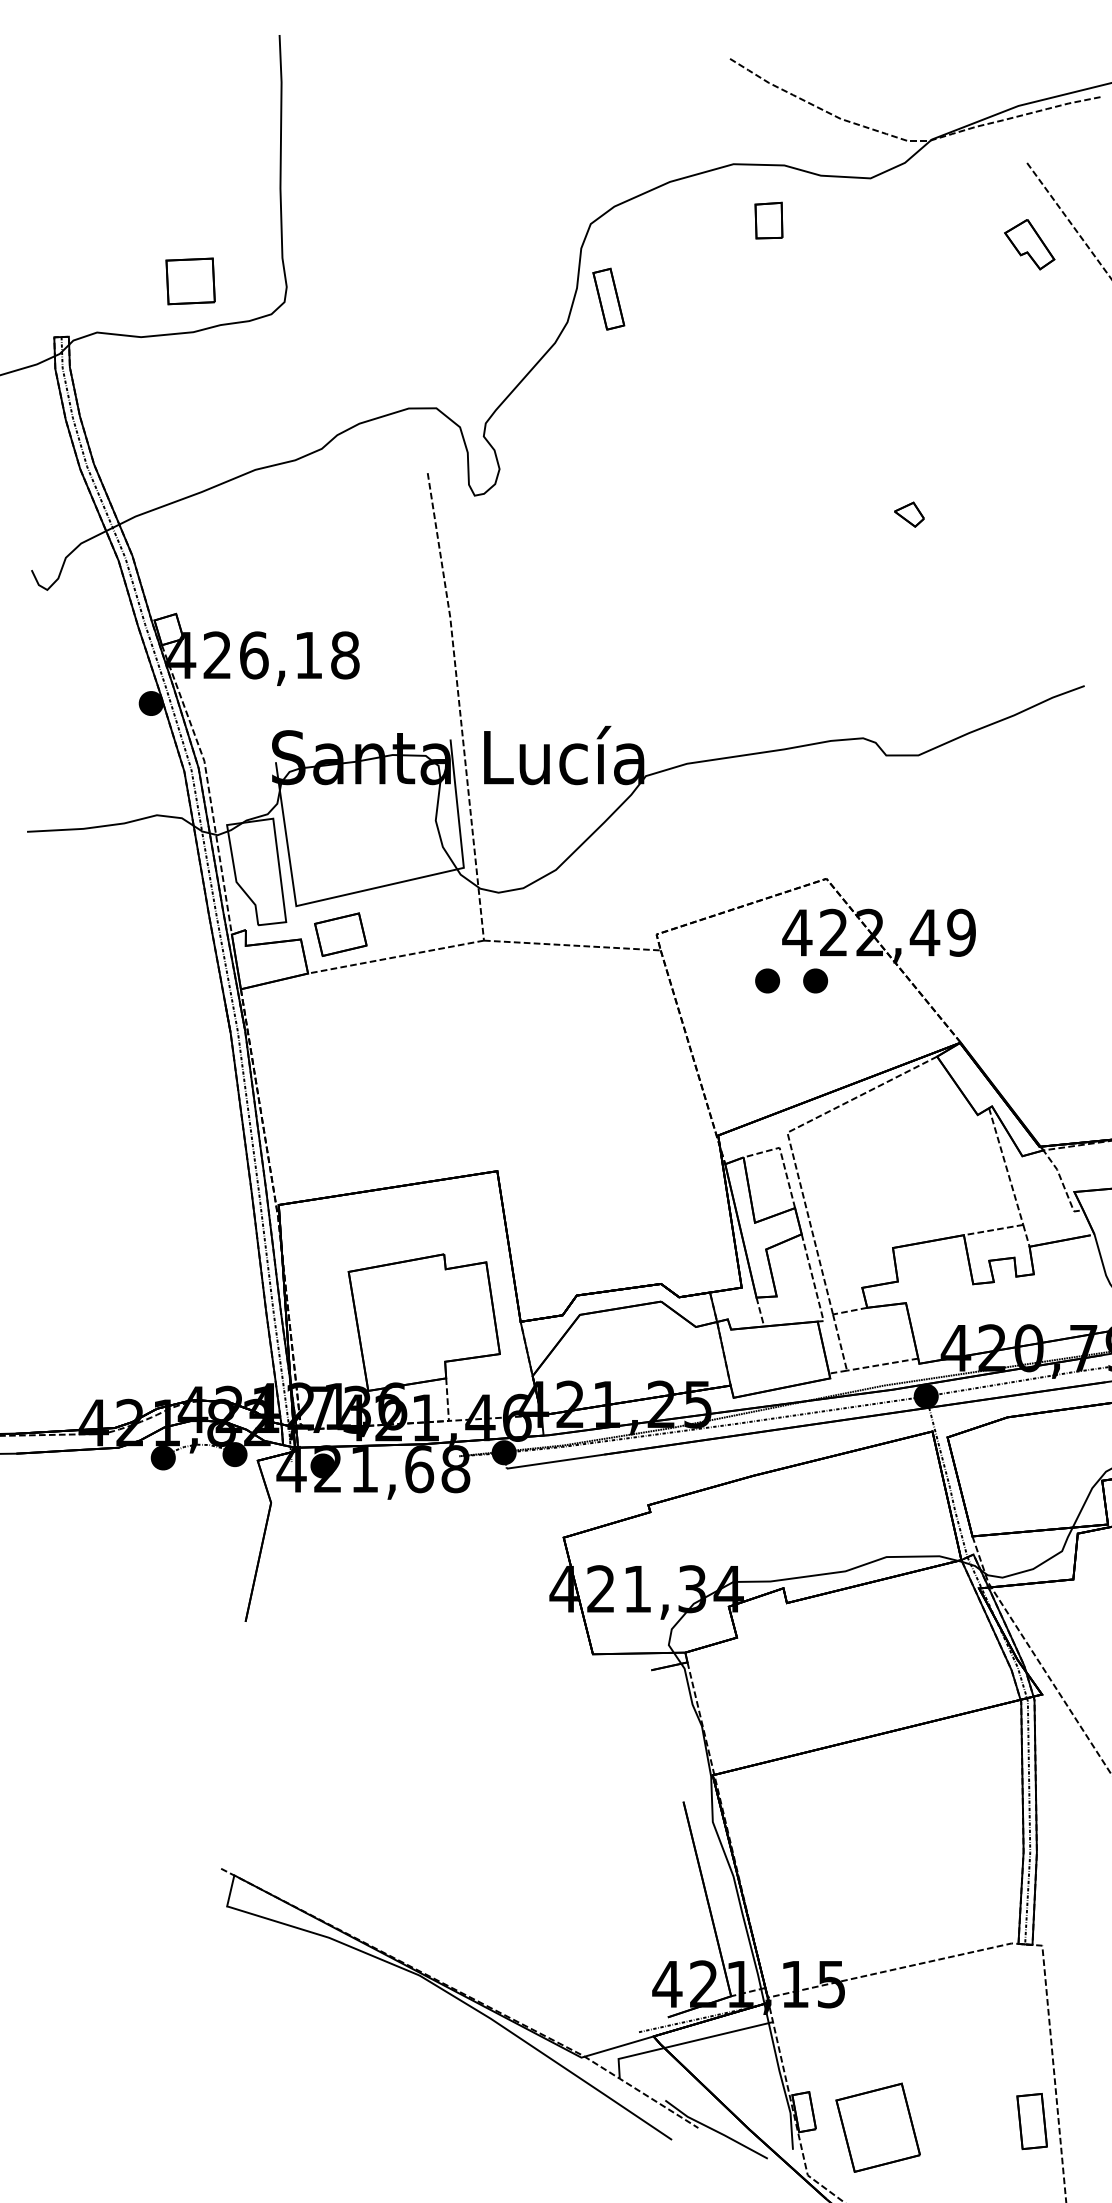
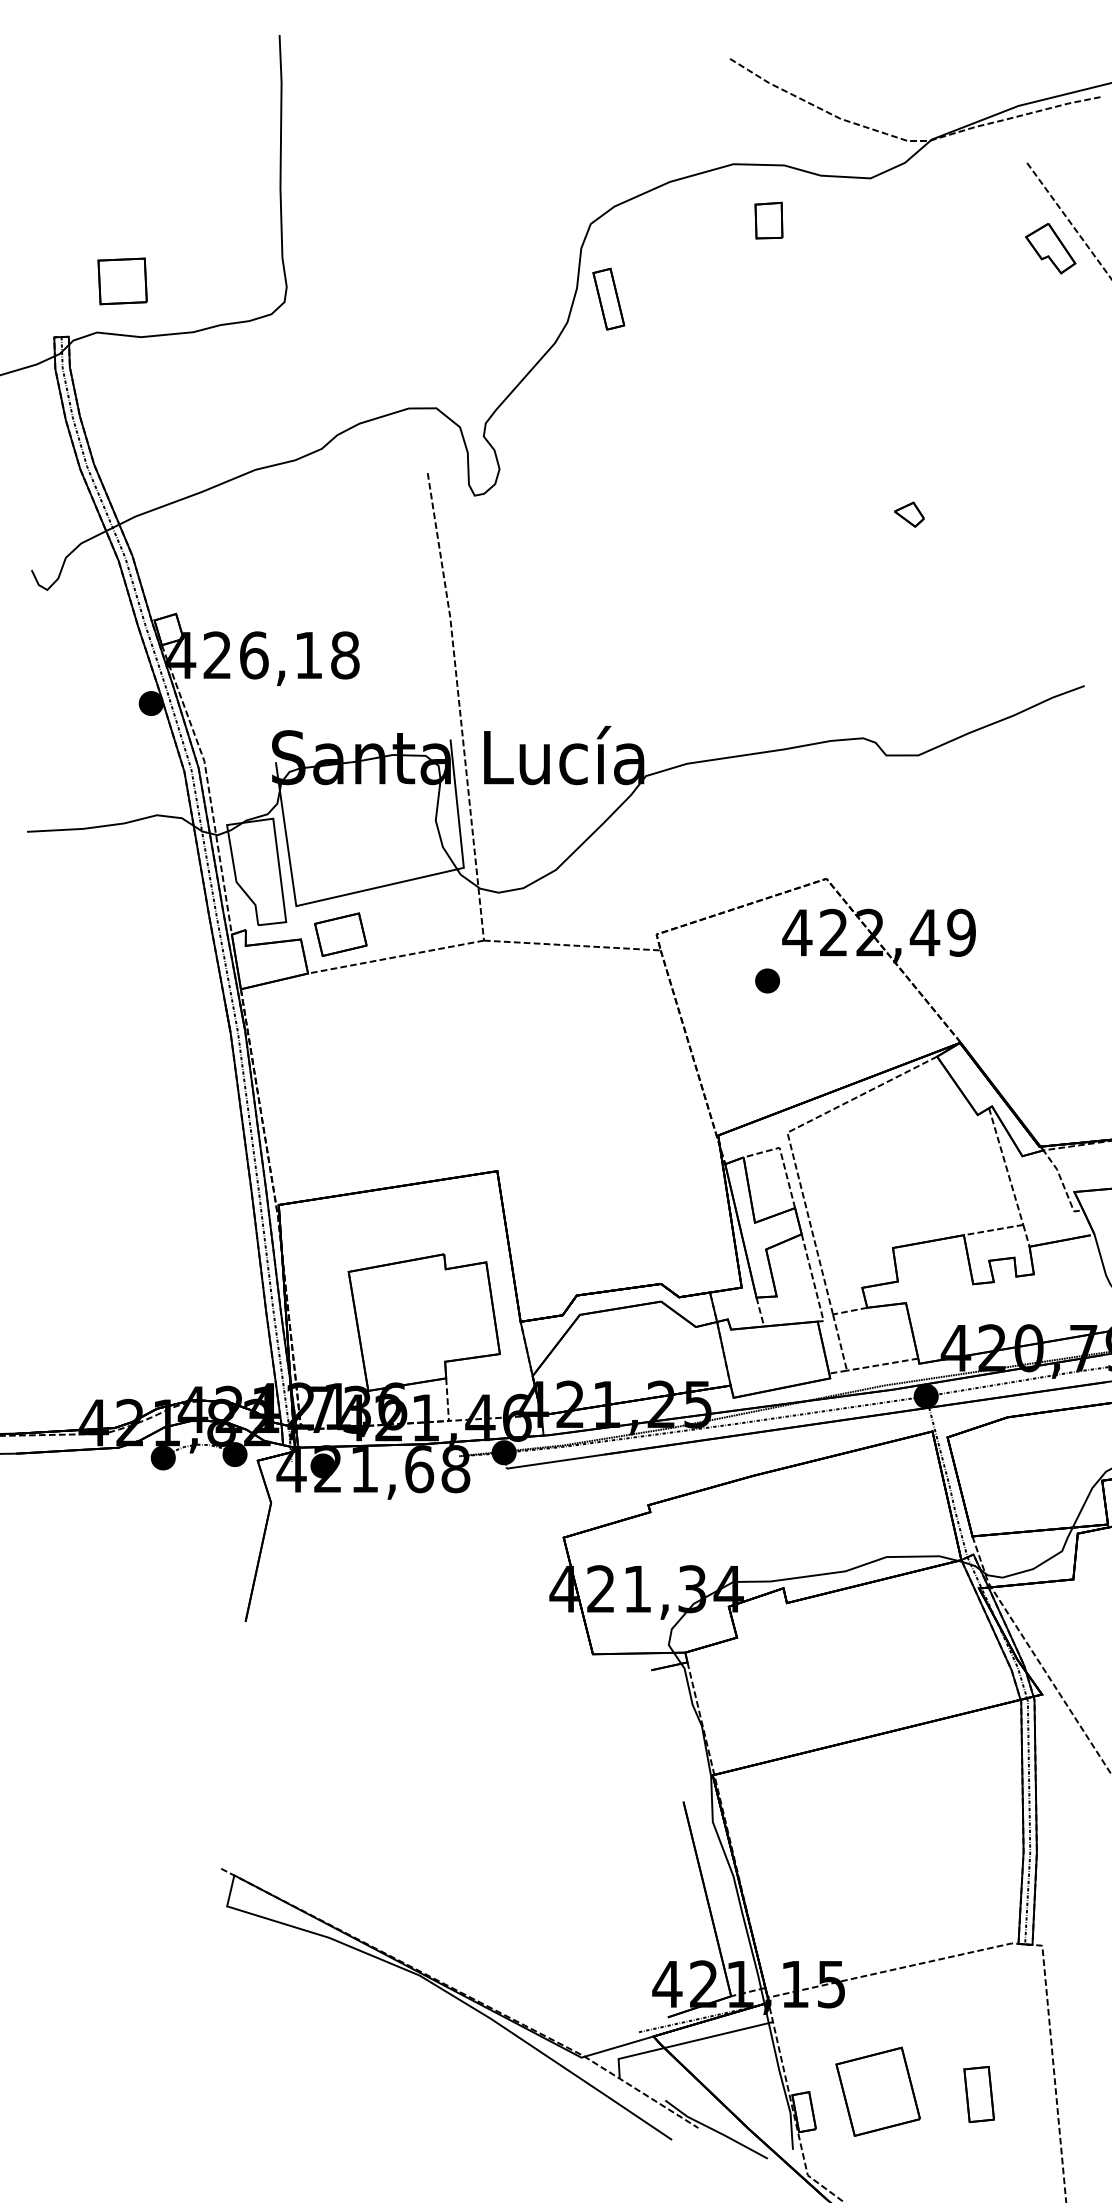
part at (1029, 244) position: (1029, 244) -> (1050, 248)
part at (190, 281) position: (190, 281) -> (122, 281)
part at (815, 980): present -> none
part at (1031, 2121) position: (1031, 2121) -> (978, 2094)
part at (877, 2127) position: (877, 2127) -> (877, 2091)
